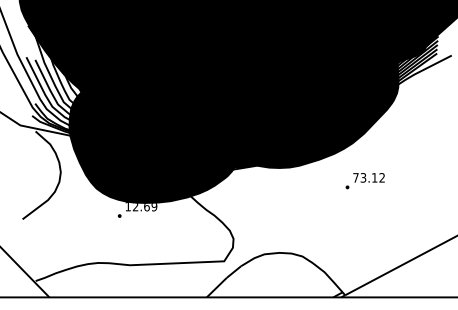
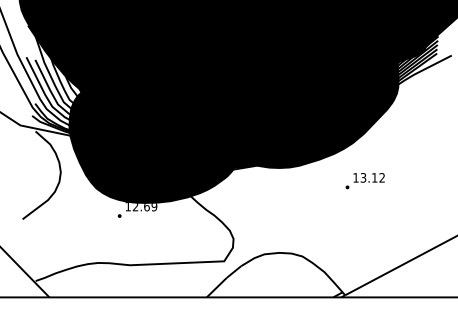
text at (355, 177): 73.12 -> 13.12
